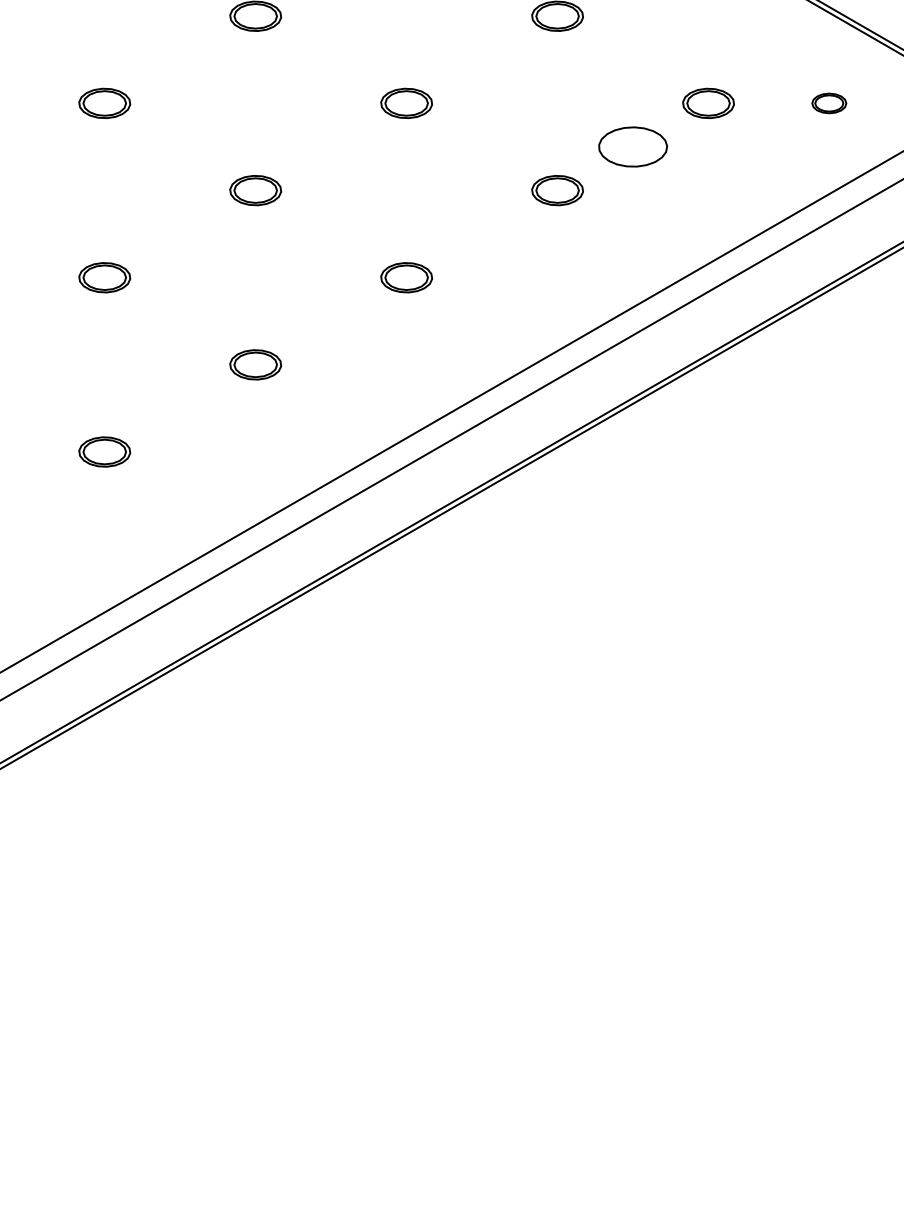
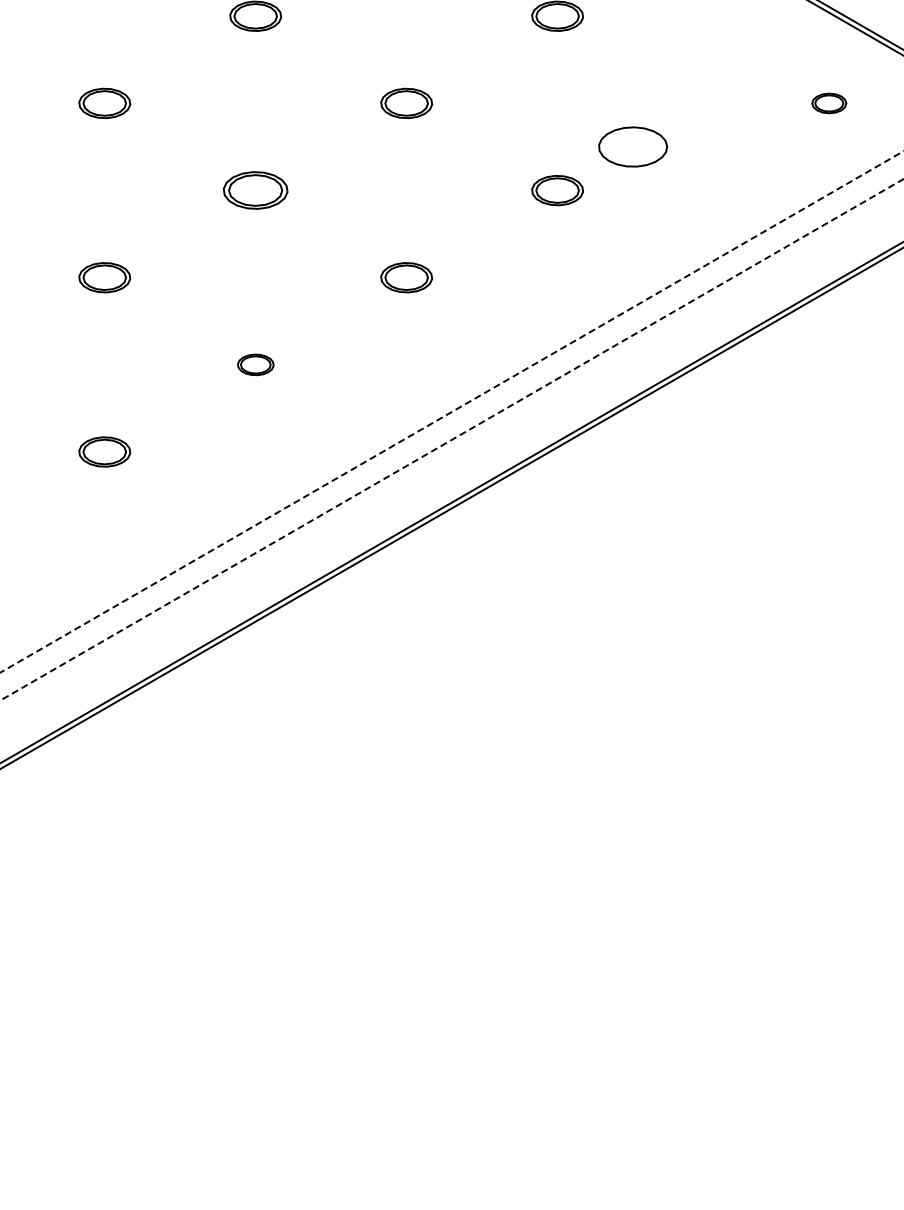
part at (708, 103): present -> none
part at (255, 190) size: 54x32 px -> 67x39 px
part at (255, 364) size: 54x32 px -> 38x24 px
line at (452, 411): solid -> dashed
line at (452, 439): solid -> dashed
